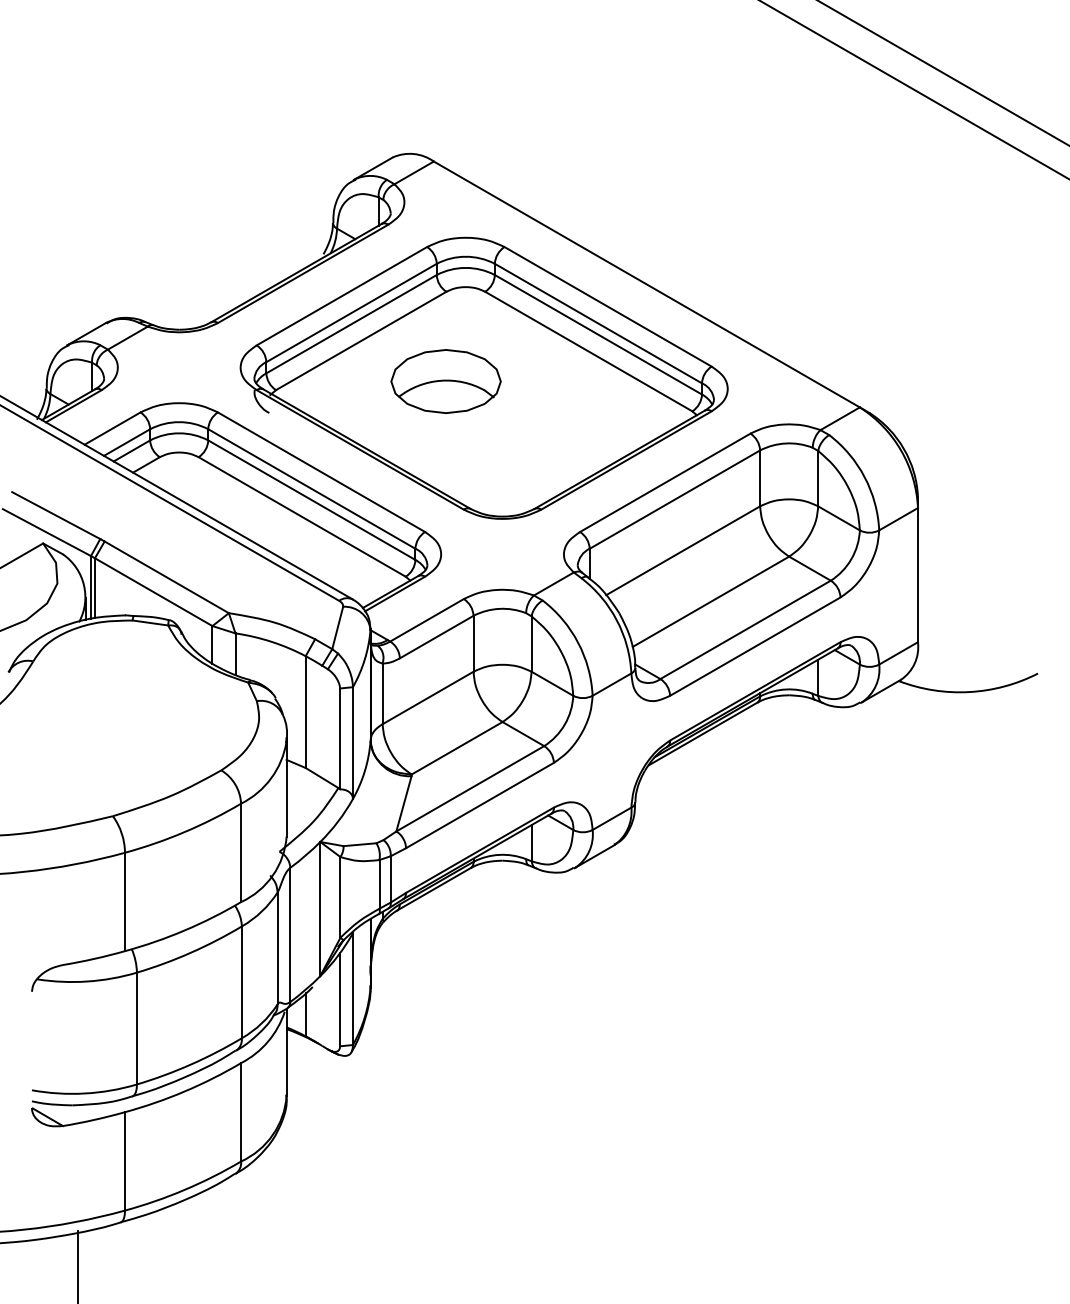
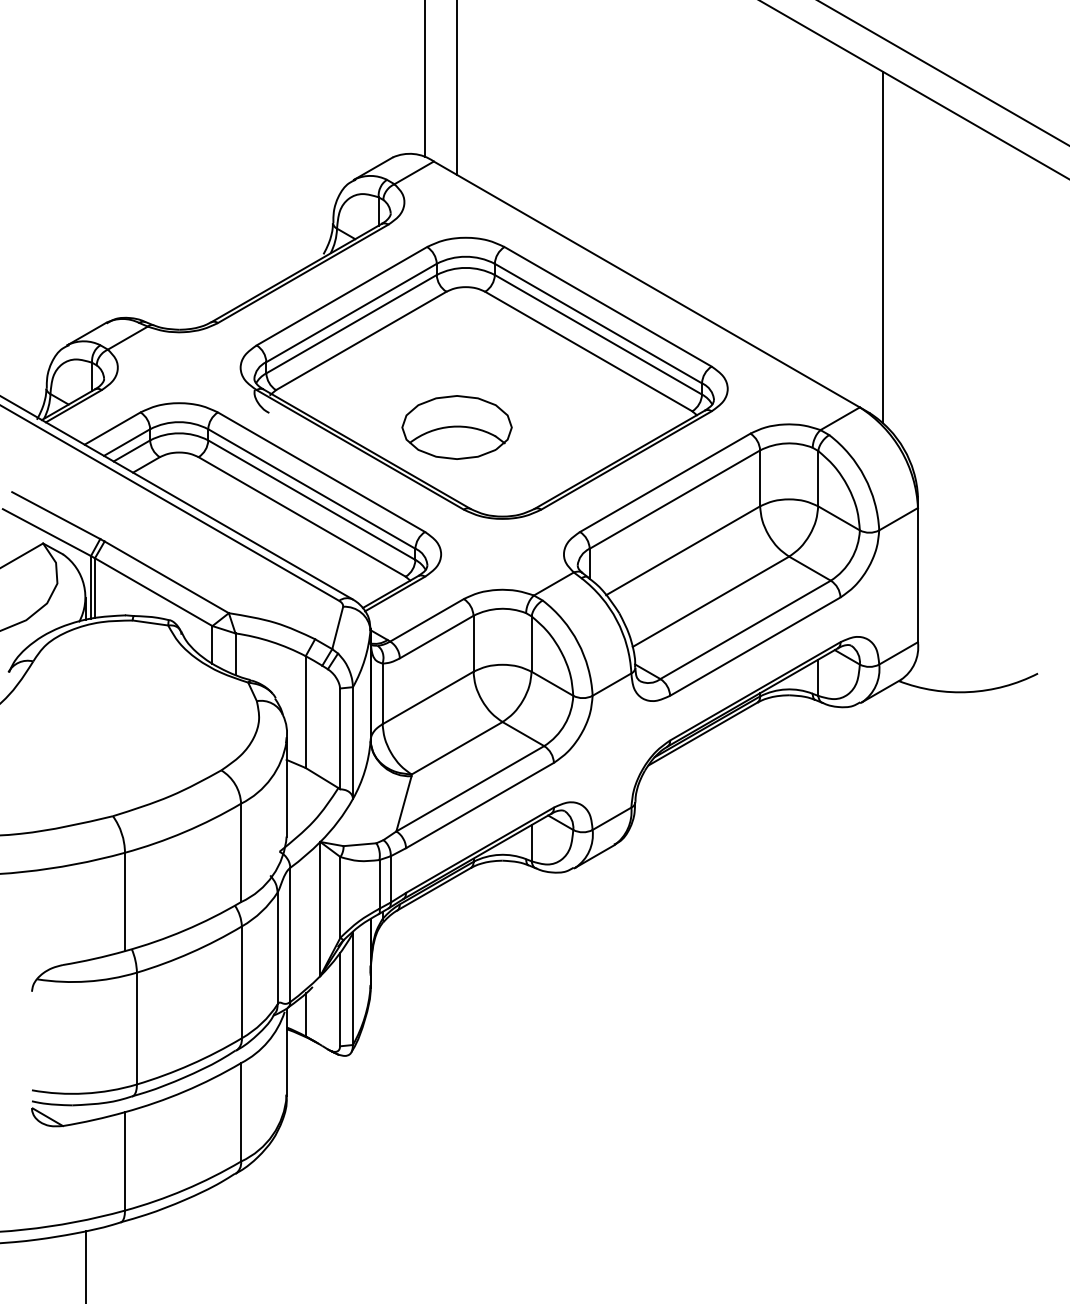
line at (425, 79): none -> present
line at (457, 88): none -> present
line at (883, 247): none -> present
part at (445, 381) position: (445, 381) -> (456, 427)
line at (77, 1265) position: (77, 1265) -> (85, 1265)
